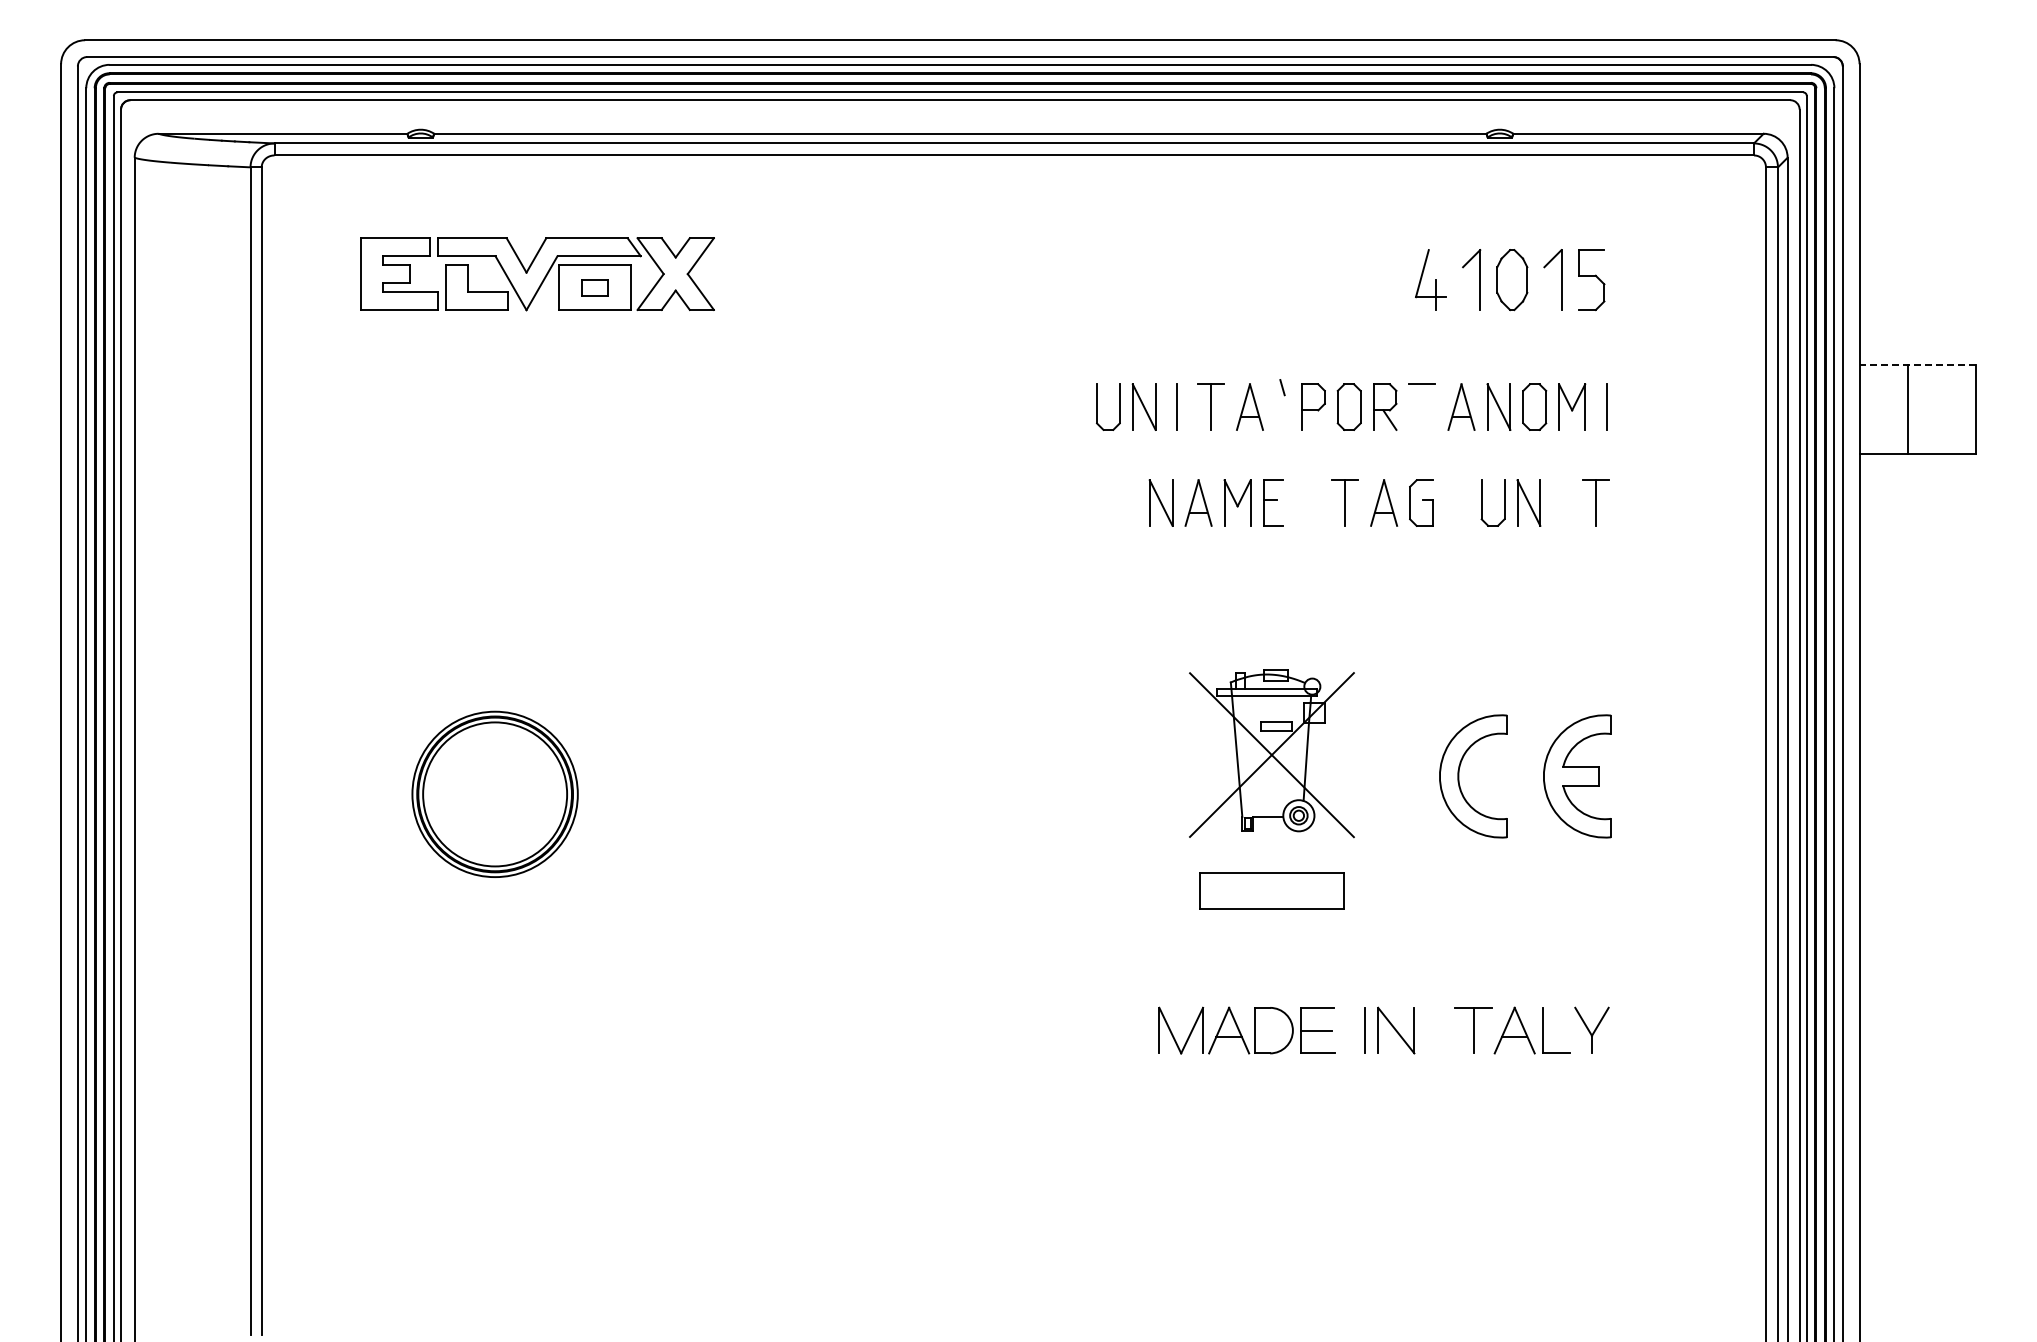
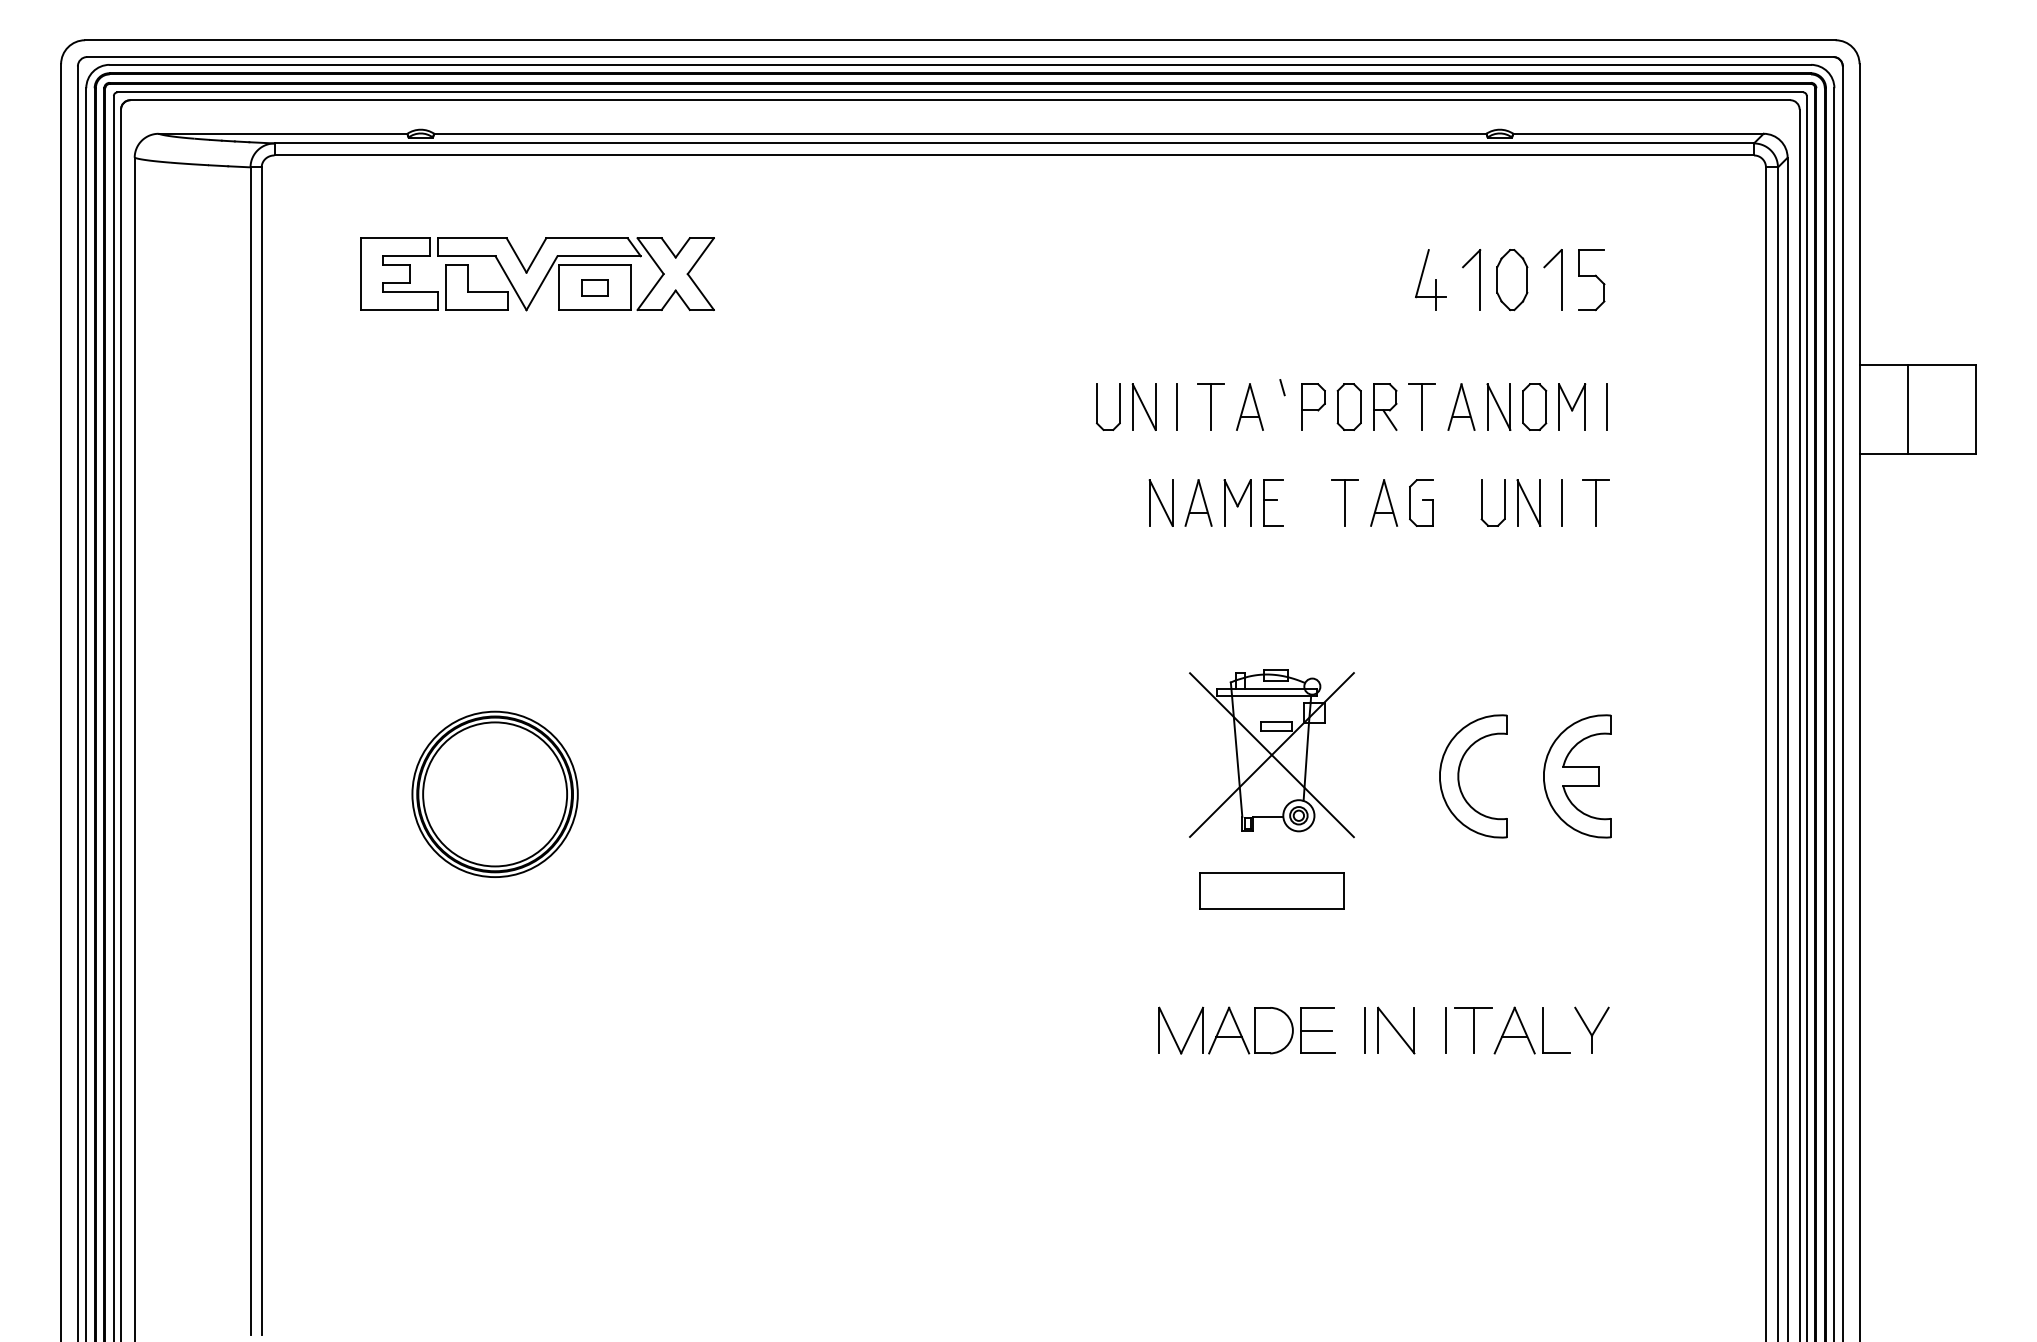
line at (1917, 365): dashed -> solid
line at (1422, 406): none -> present
line at (1561, 502): none -> present
line at (1445, 1030): none -> present
